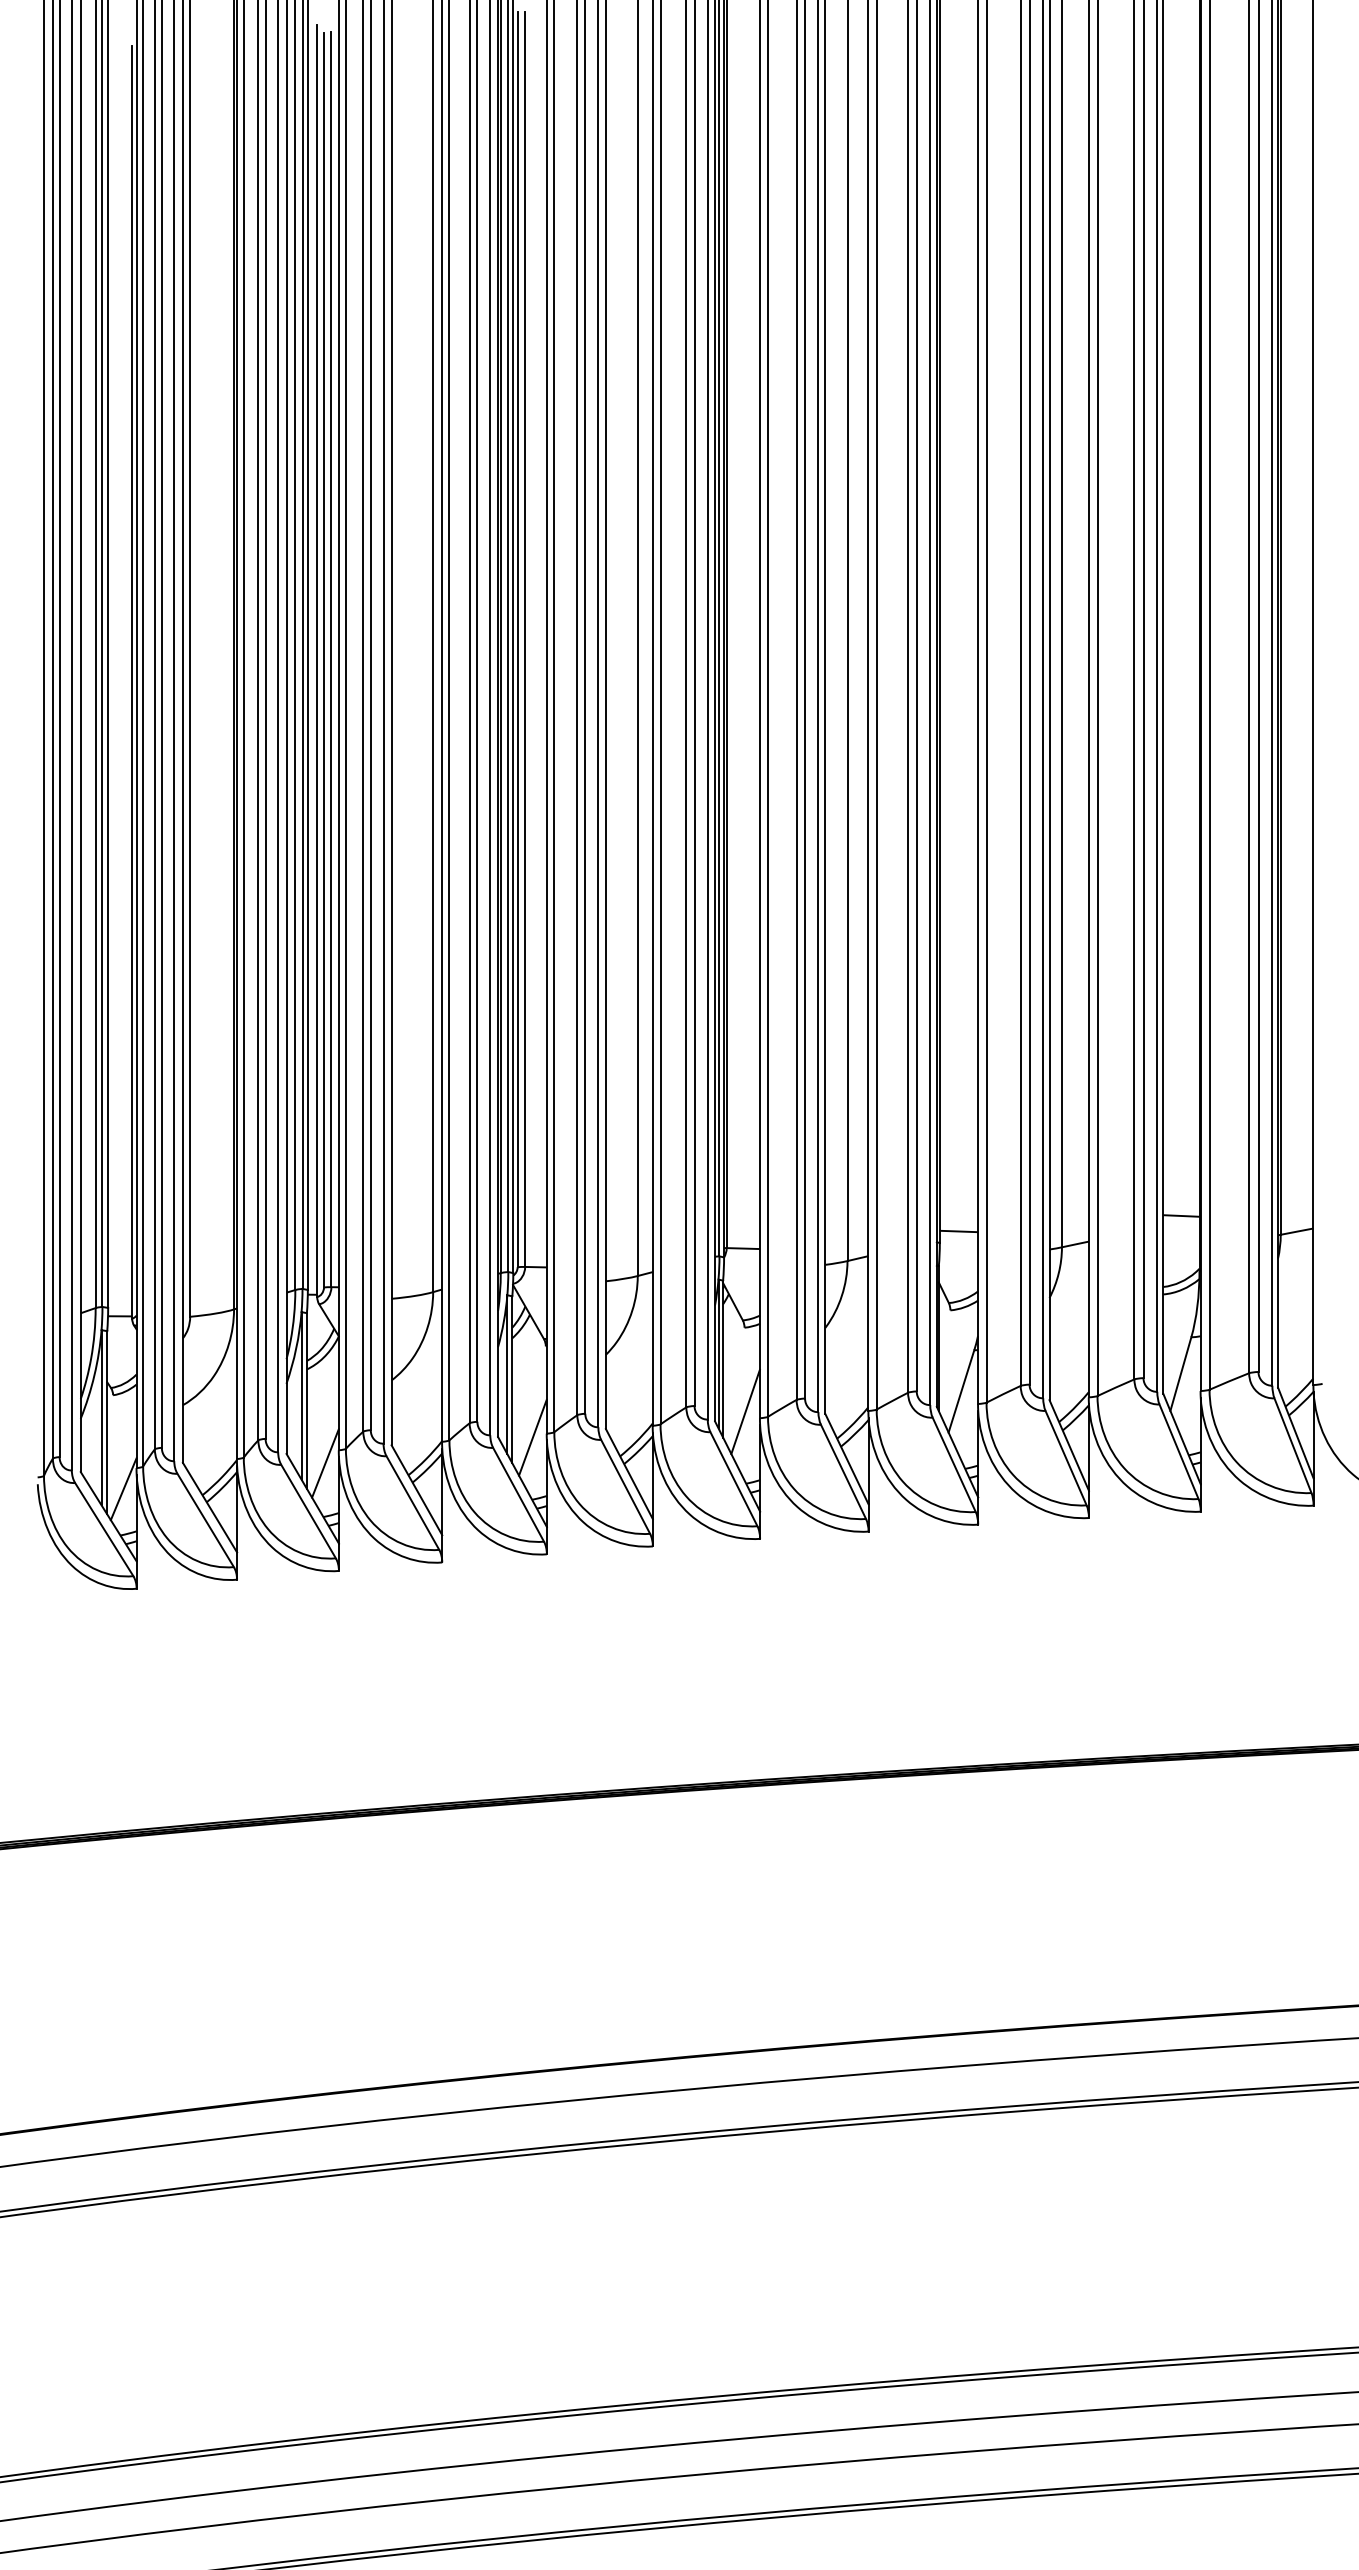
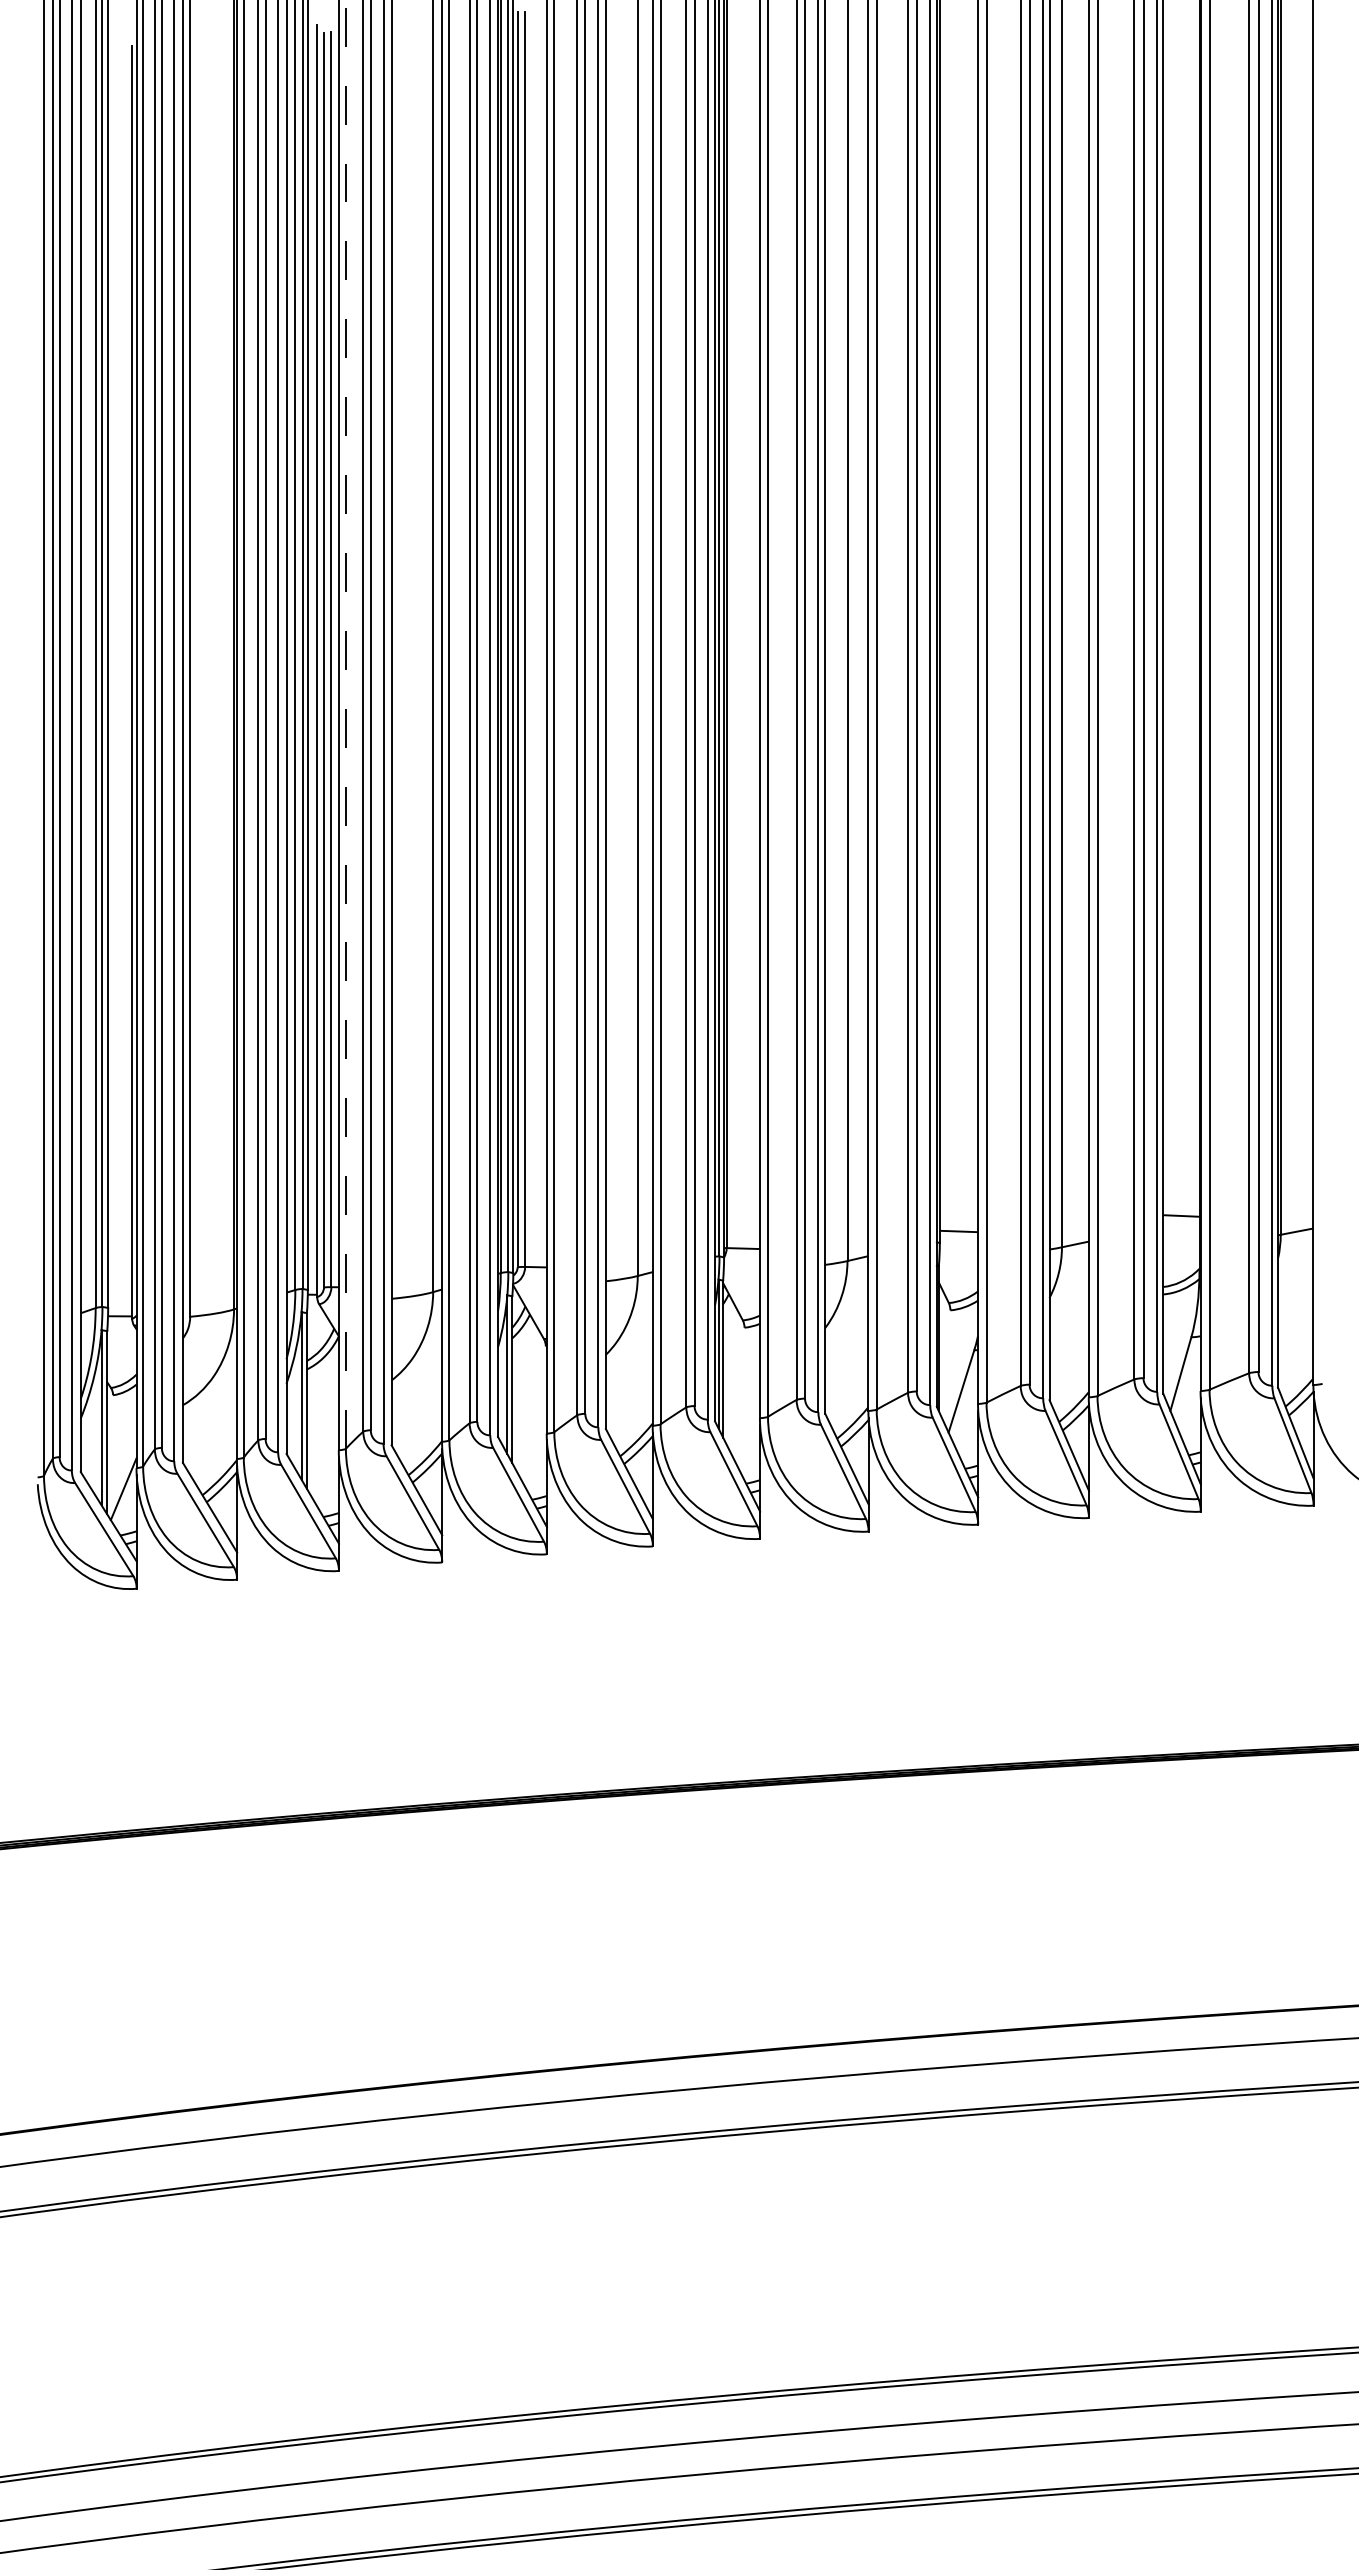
line at (345, 723): solid -> dashed
line at (745, 1411): present -> none
line at (532, 1437): present -> none
line at (325, 1463): present -> none
